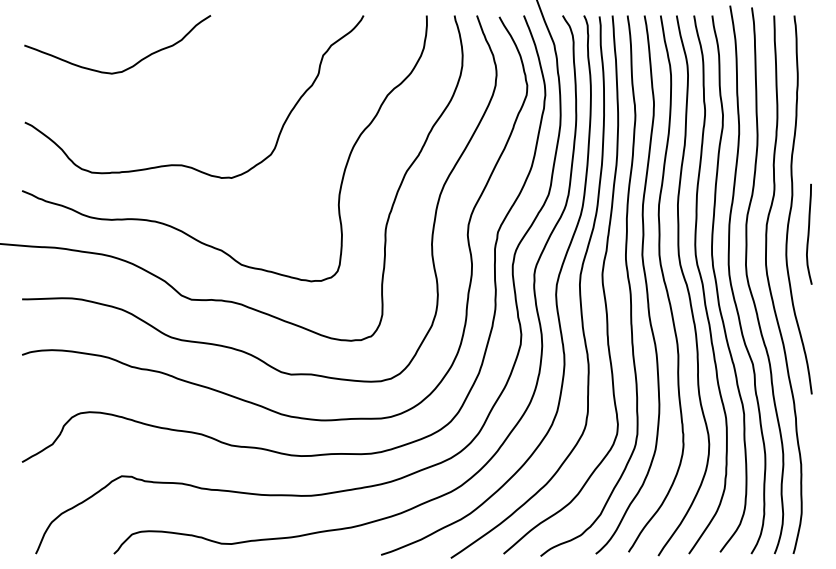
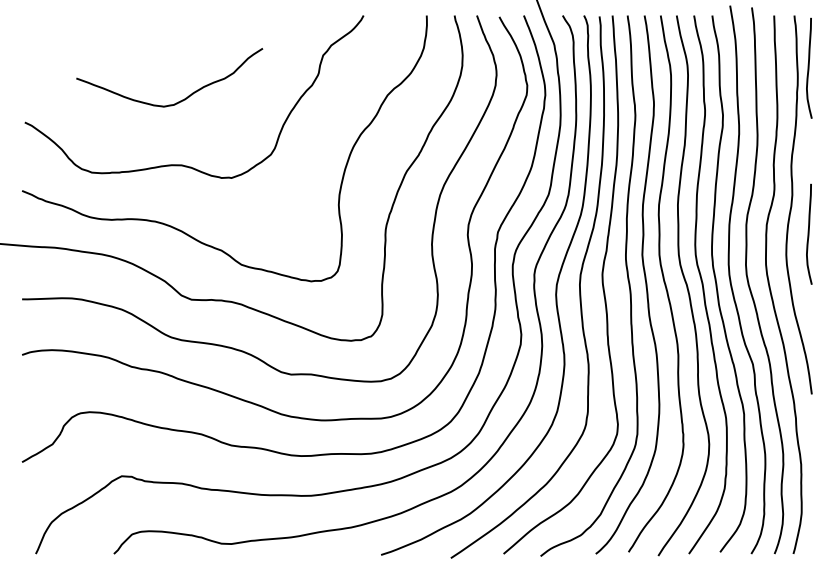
curve at (128, 67) position: (128, 67) -> (180, 100)
curve at (809, 67): none -> present
